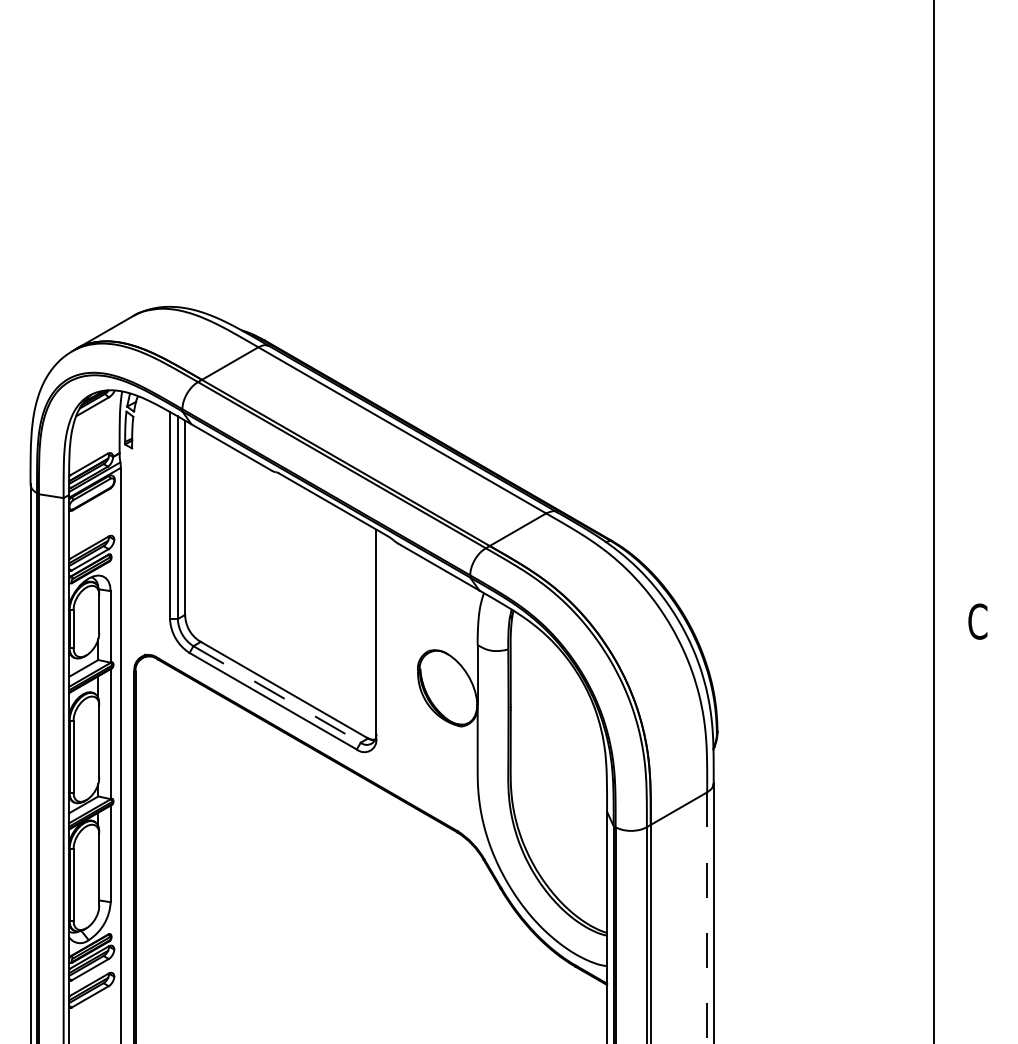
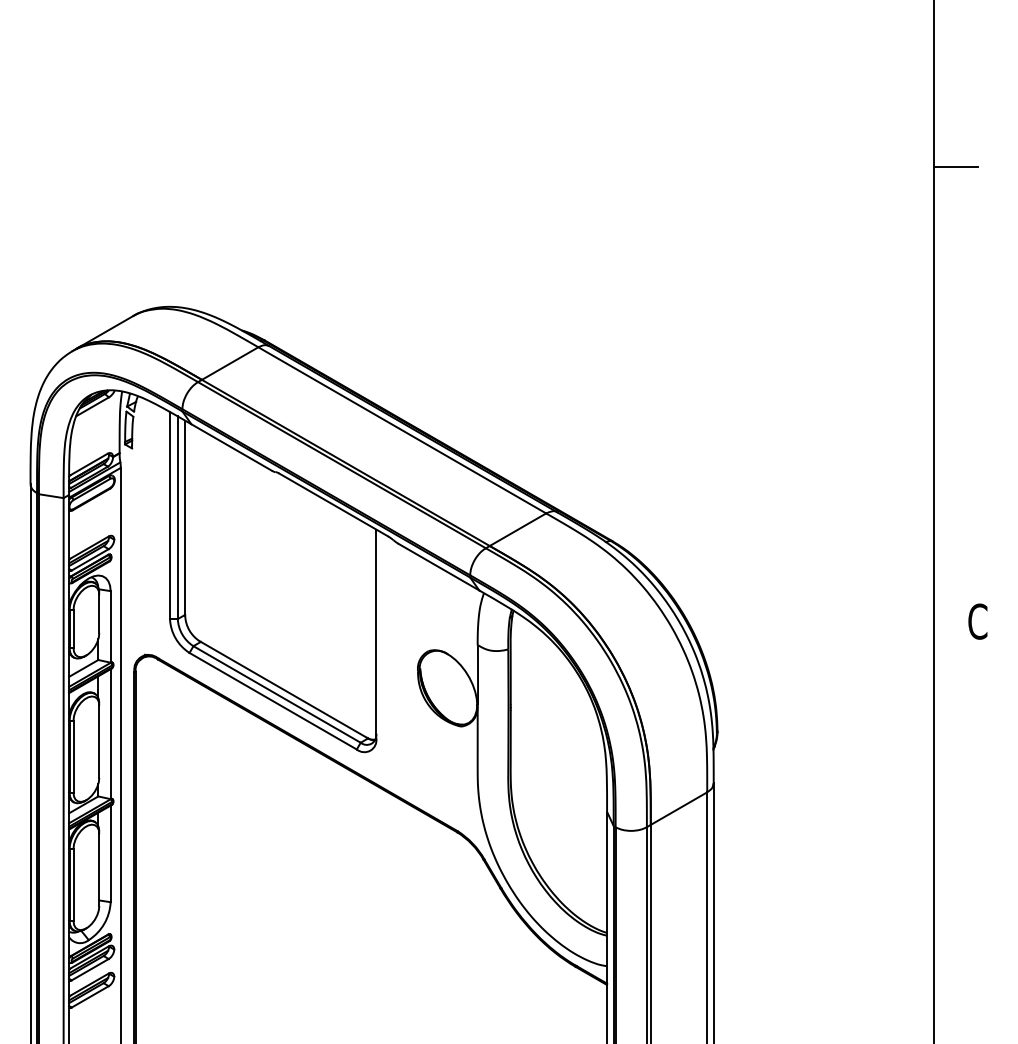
line at (956, 167): none -> present
line at (277, 694): dashed -> solid
line at (707, 918): dashed -> solid
